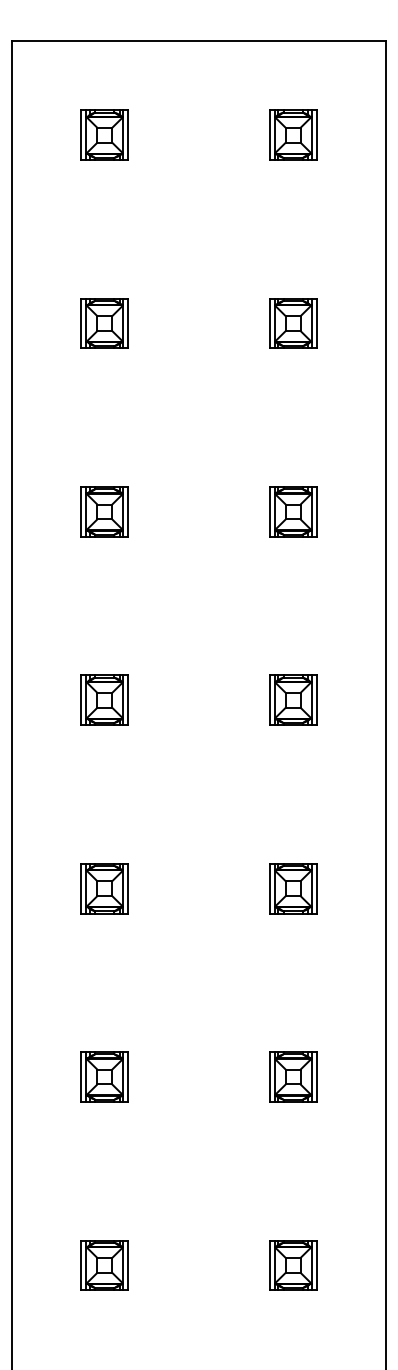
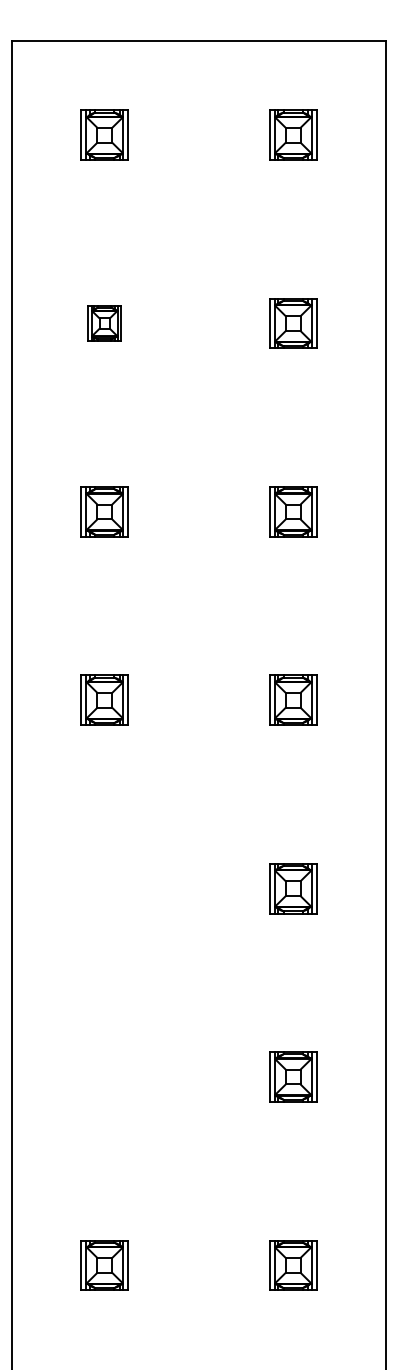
part at (104, 323) size: 49x51 px -> 35x37 px
part at (104, 888): present -> none
part at (104, 1076): present -> none
